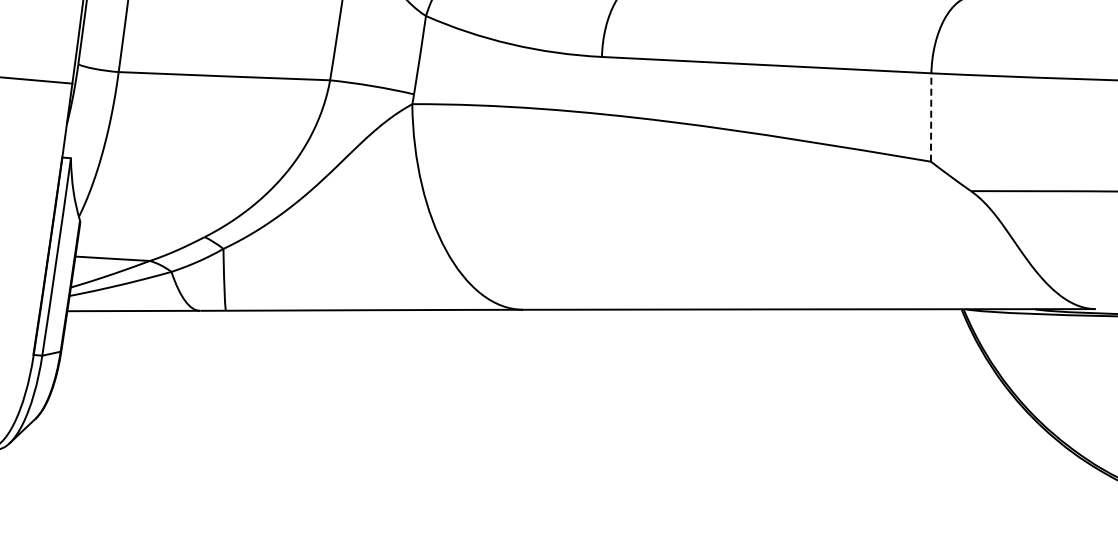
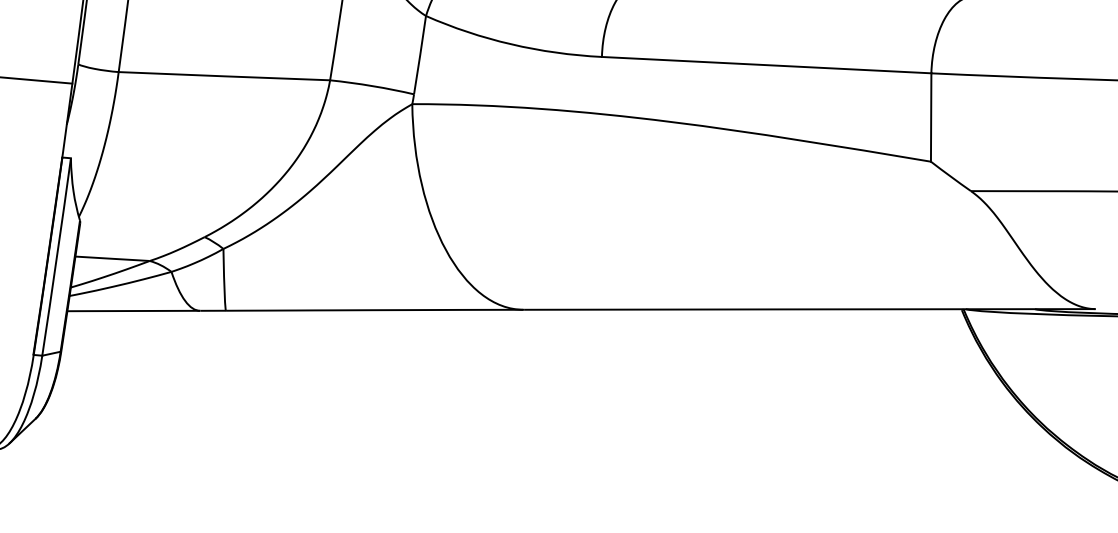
line at (931, 117): dashed -> solid
